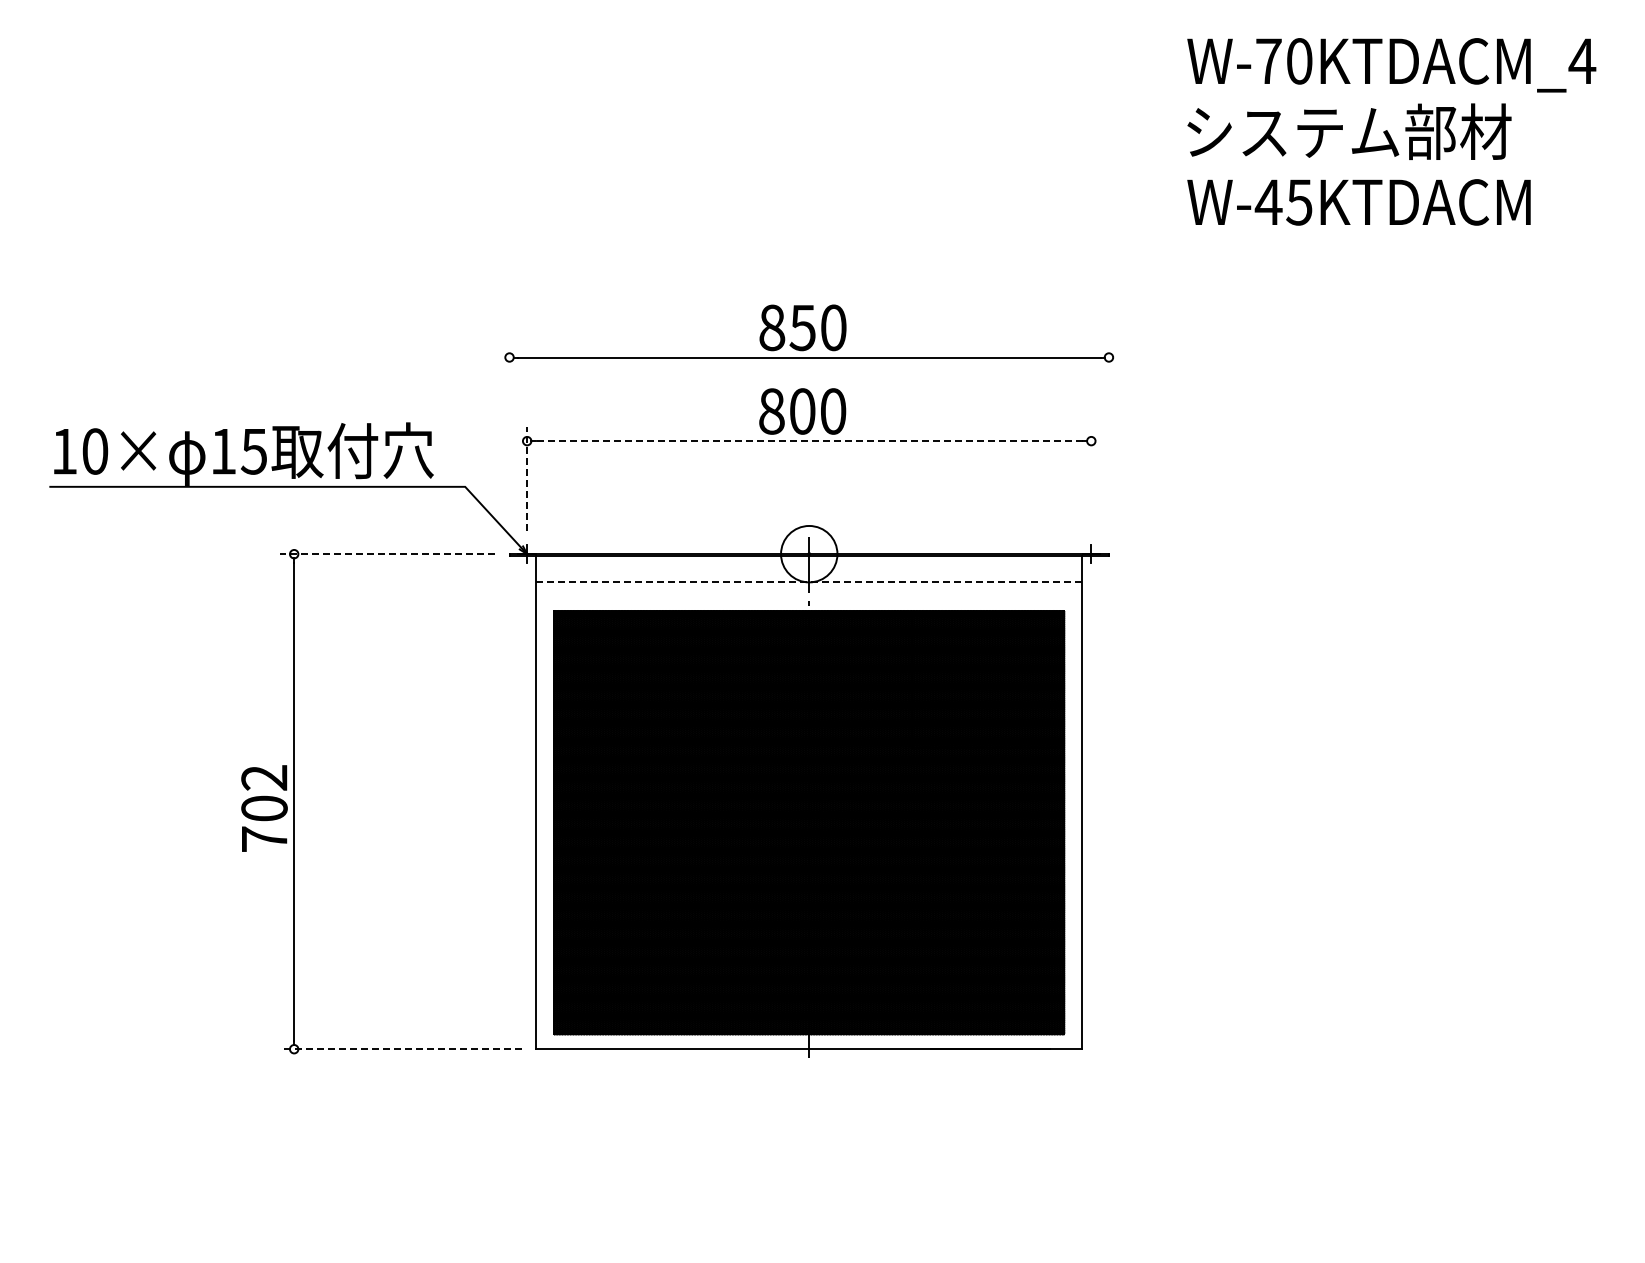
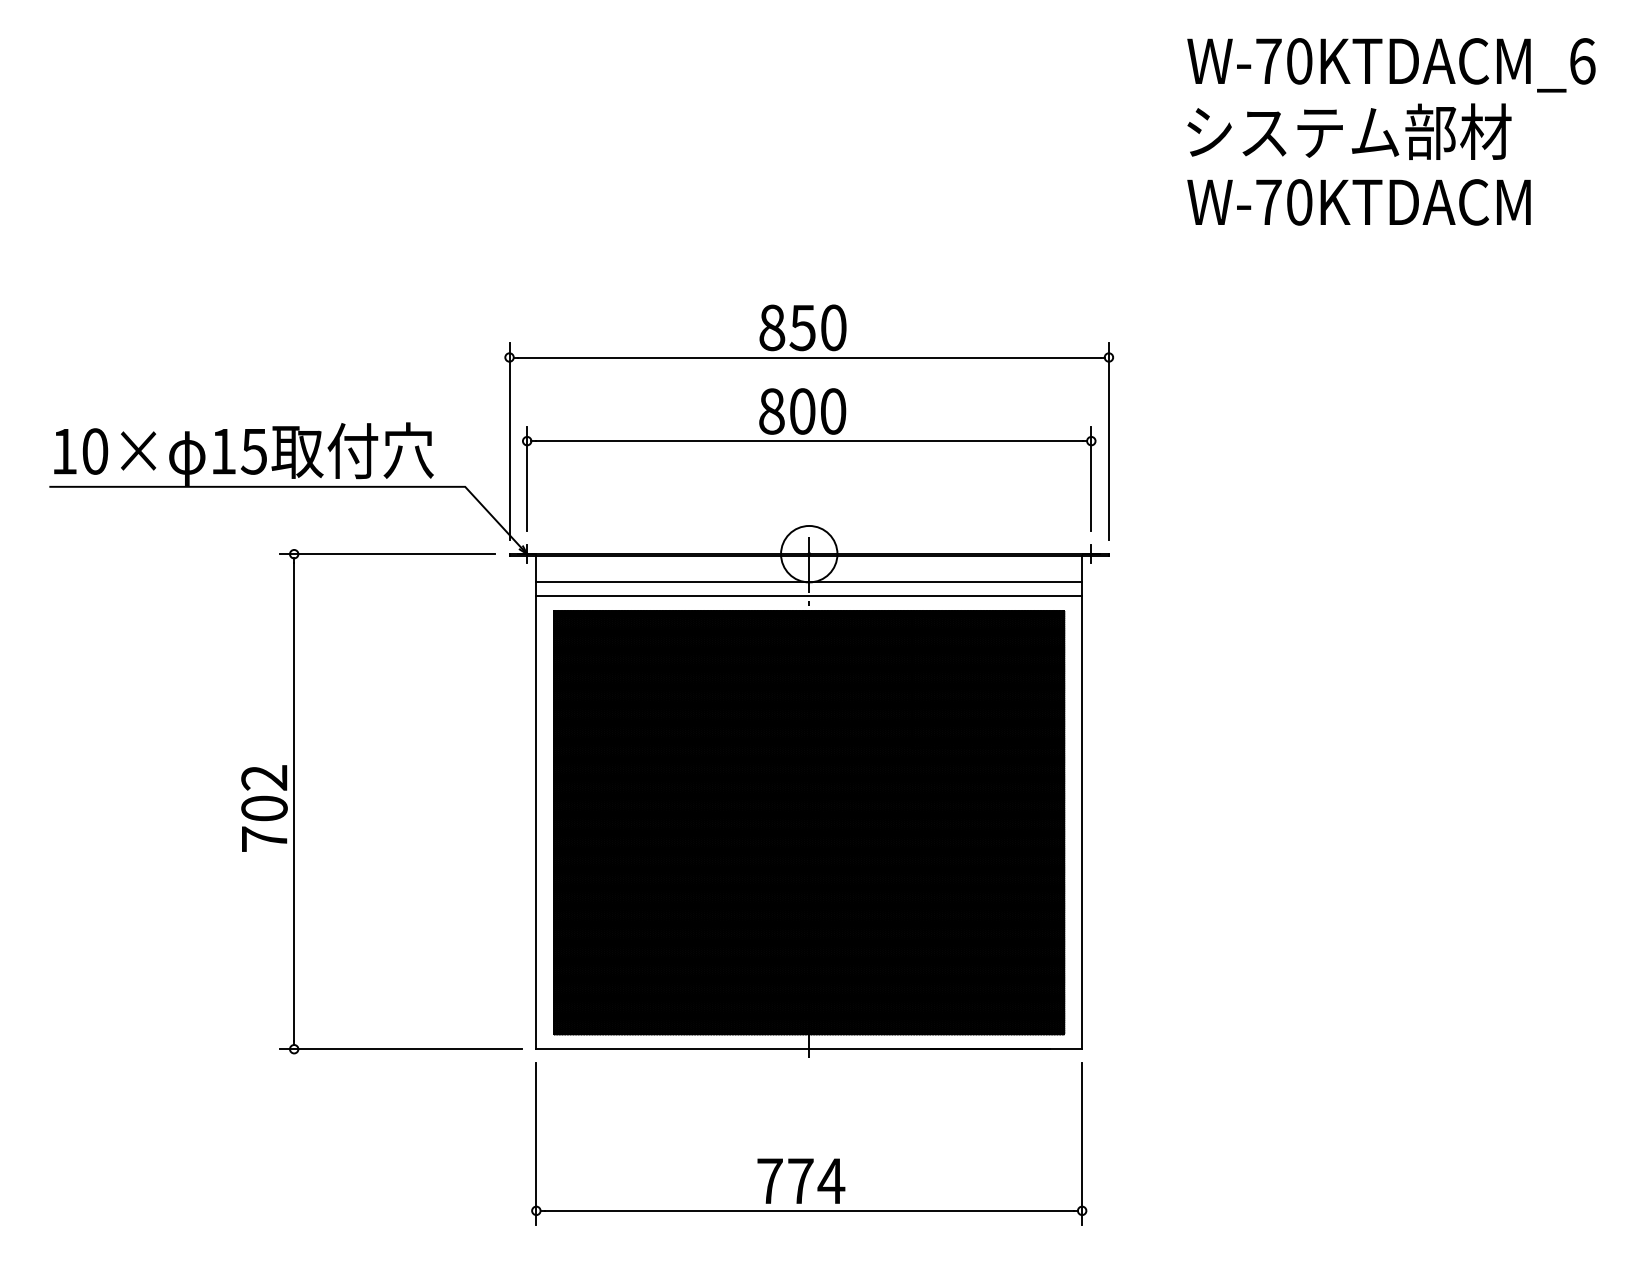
text at (1582, 61): W-70KTDACM_4 -> W-70KTDACM_6
text at (1283, 202): W-45KTDACM -> W-70KTDACM
line at (509, 441): none -> present
line at (809, 441): dashed -> solid
line at (1108, 441): none -> present
line at (527, 478): dashed -> solid
line at (1091, 479): none -> present
line at (387, 554): dashed -> solid
line at (809, 582): dashed -> solid
line at (809, 596): none -> present
line at (400, 1049): dashed -> solid
part at (809, 1158): none -> present
